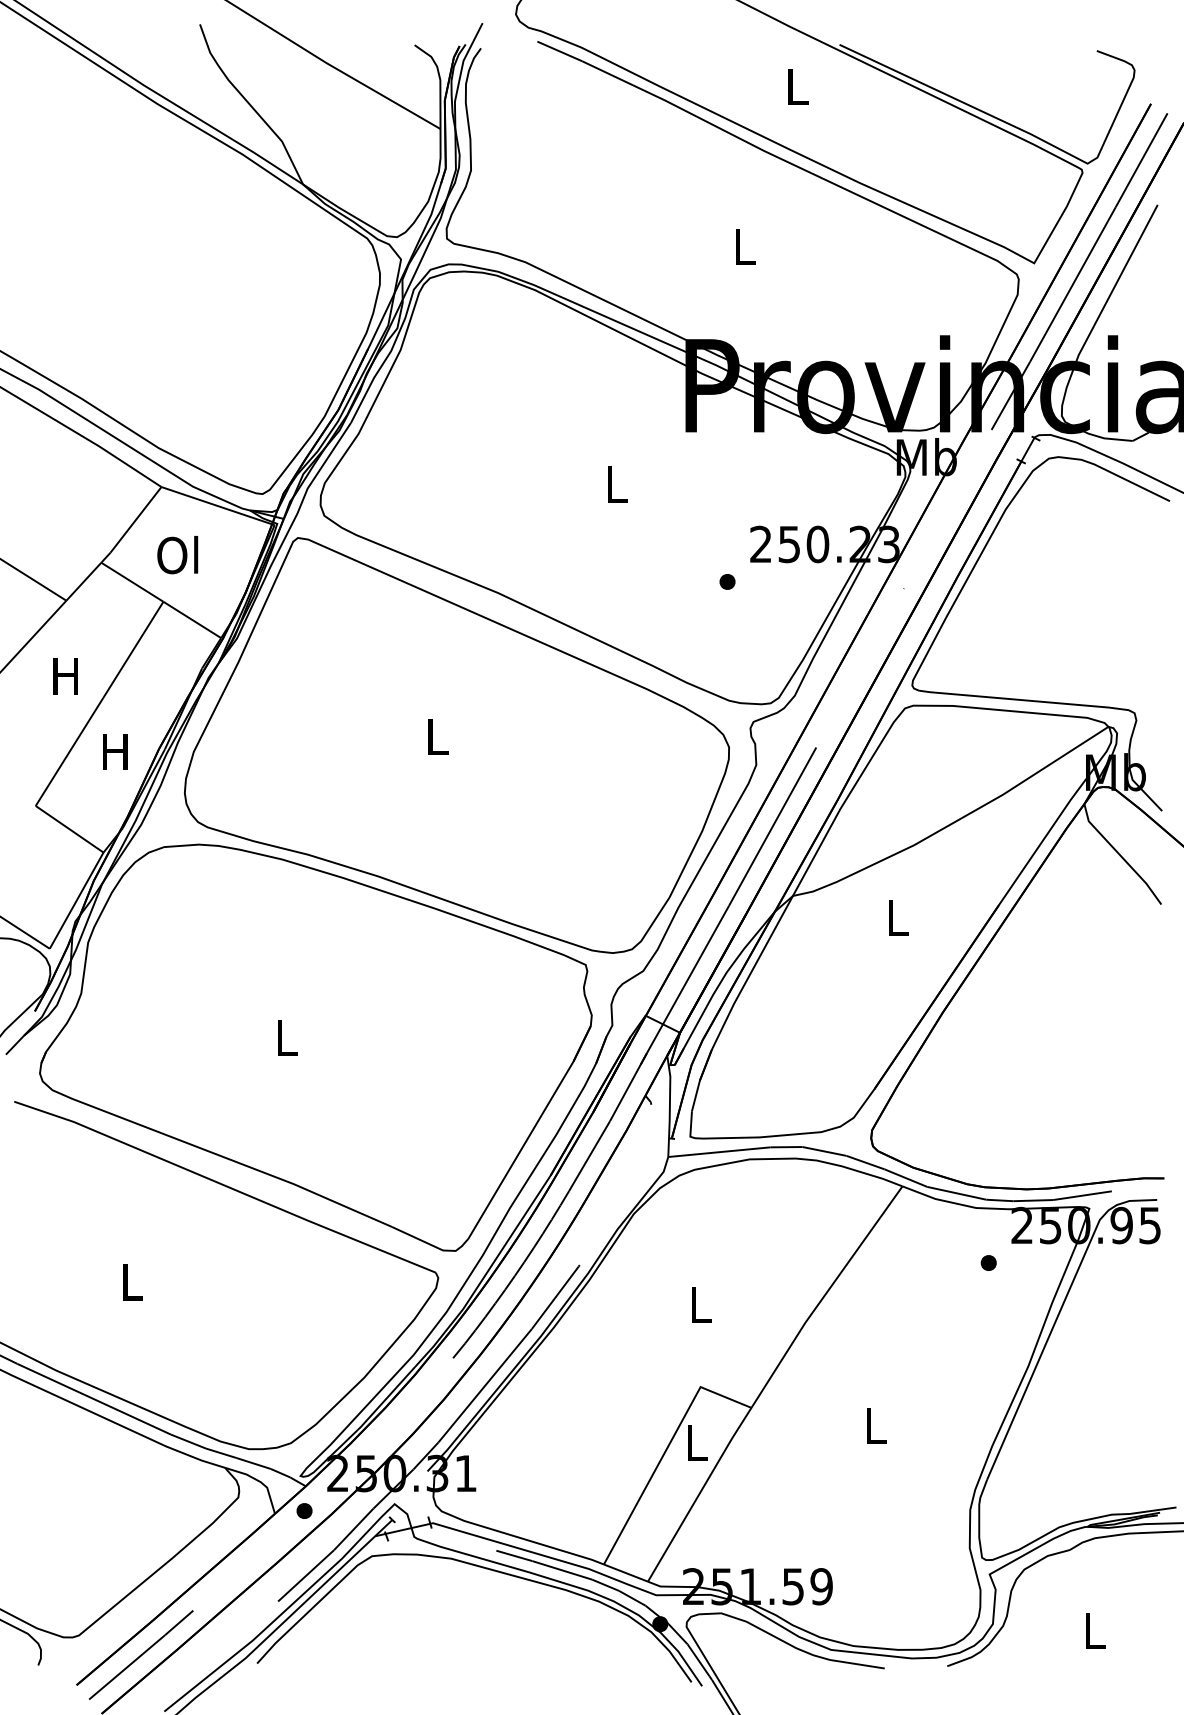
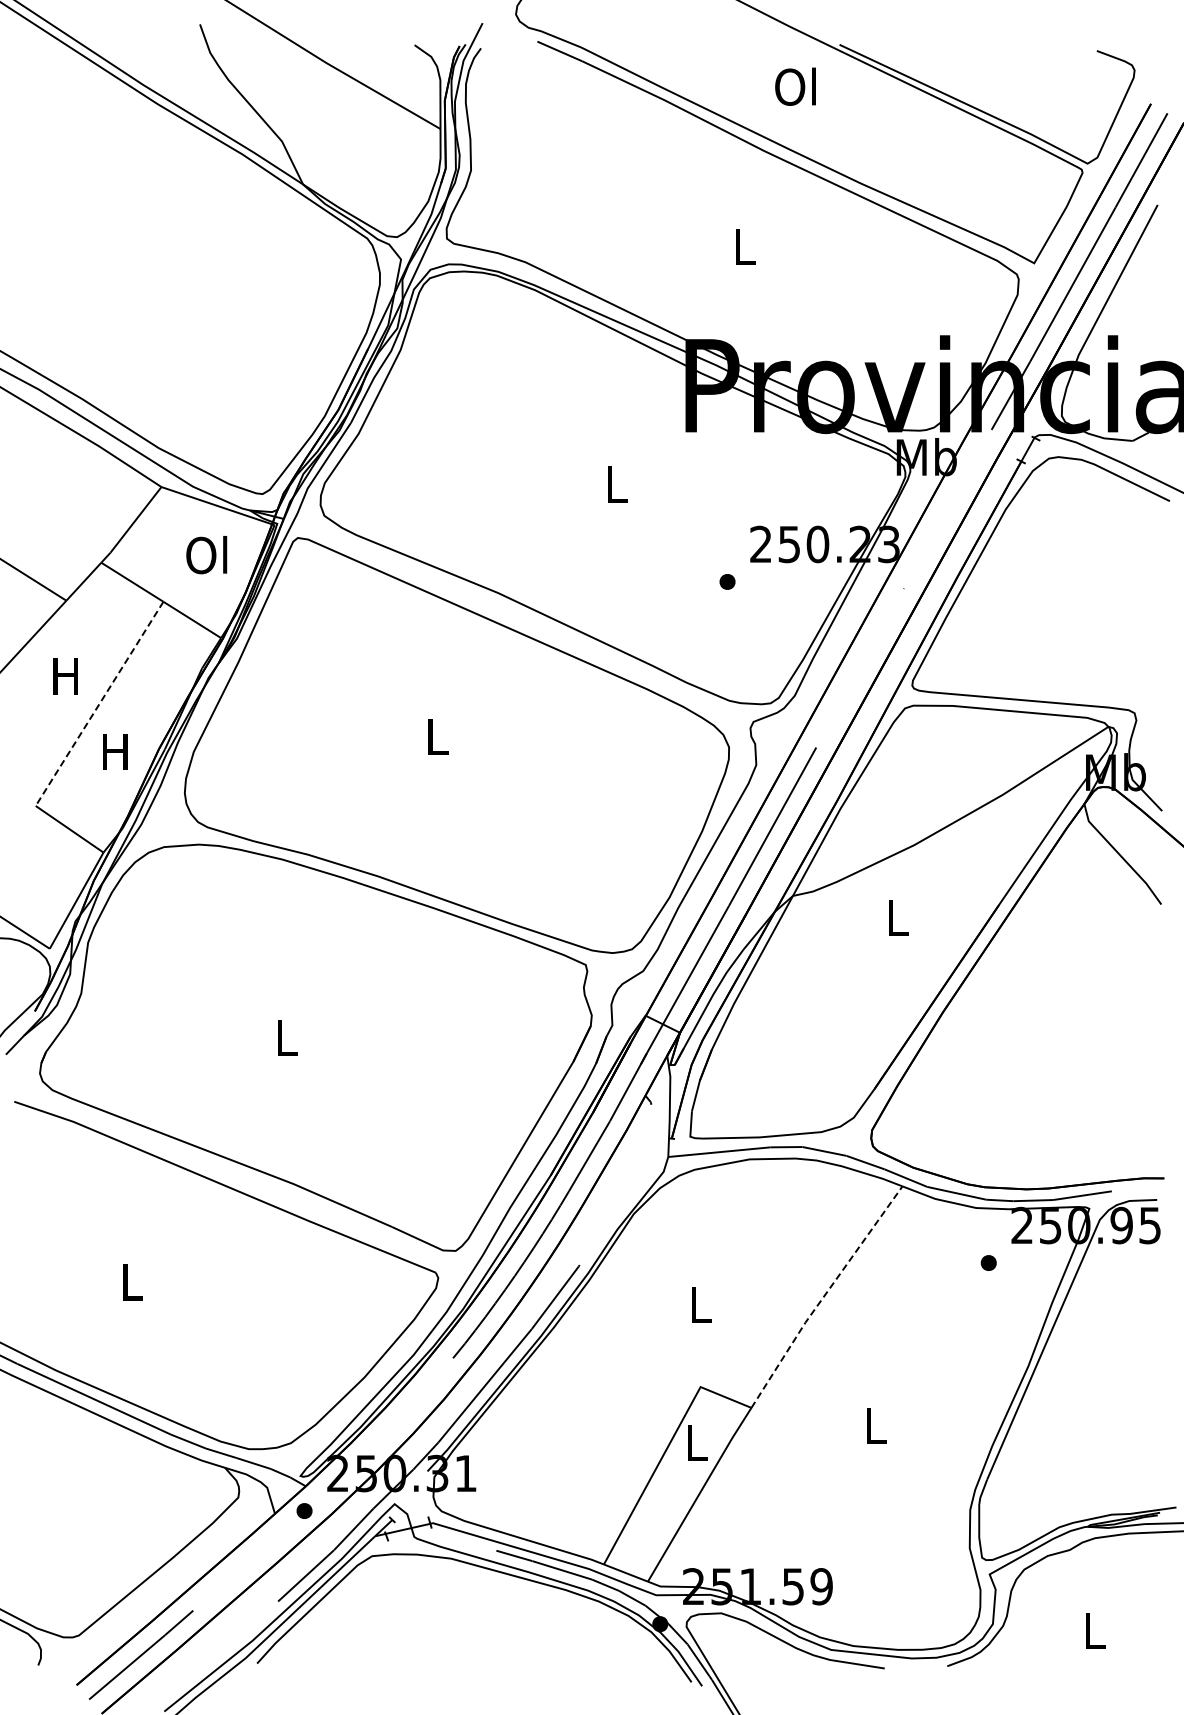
text at (795, 86): L -> Ol
text at (177, 555) position: (177, 555) -> (206, 555)
line at (99, 704): solid -> dashed
line at (824, 1295): solid -> dashed
